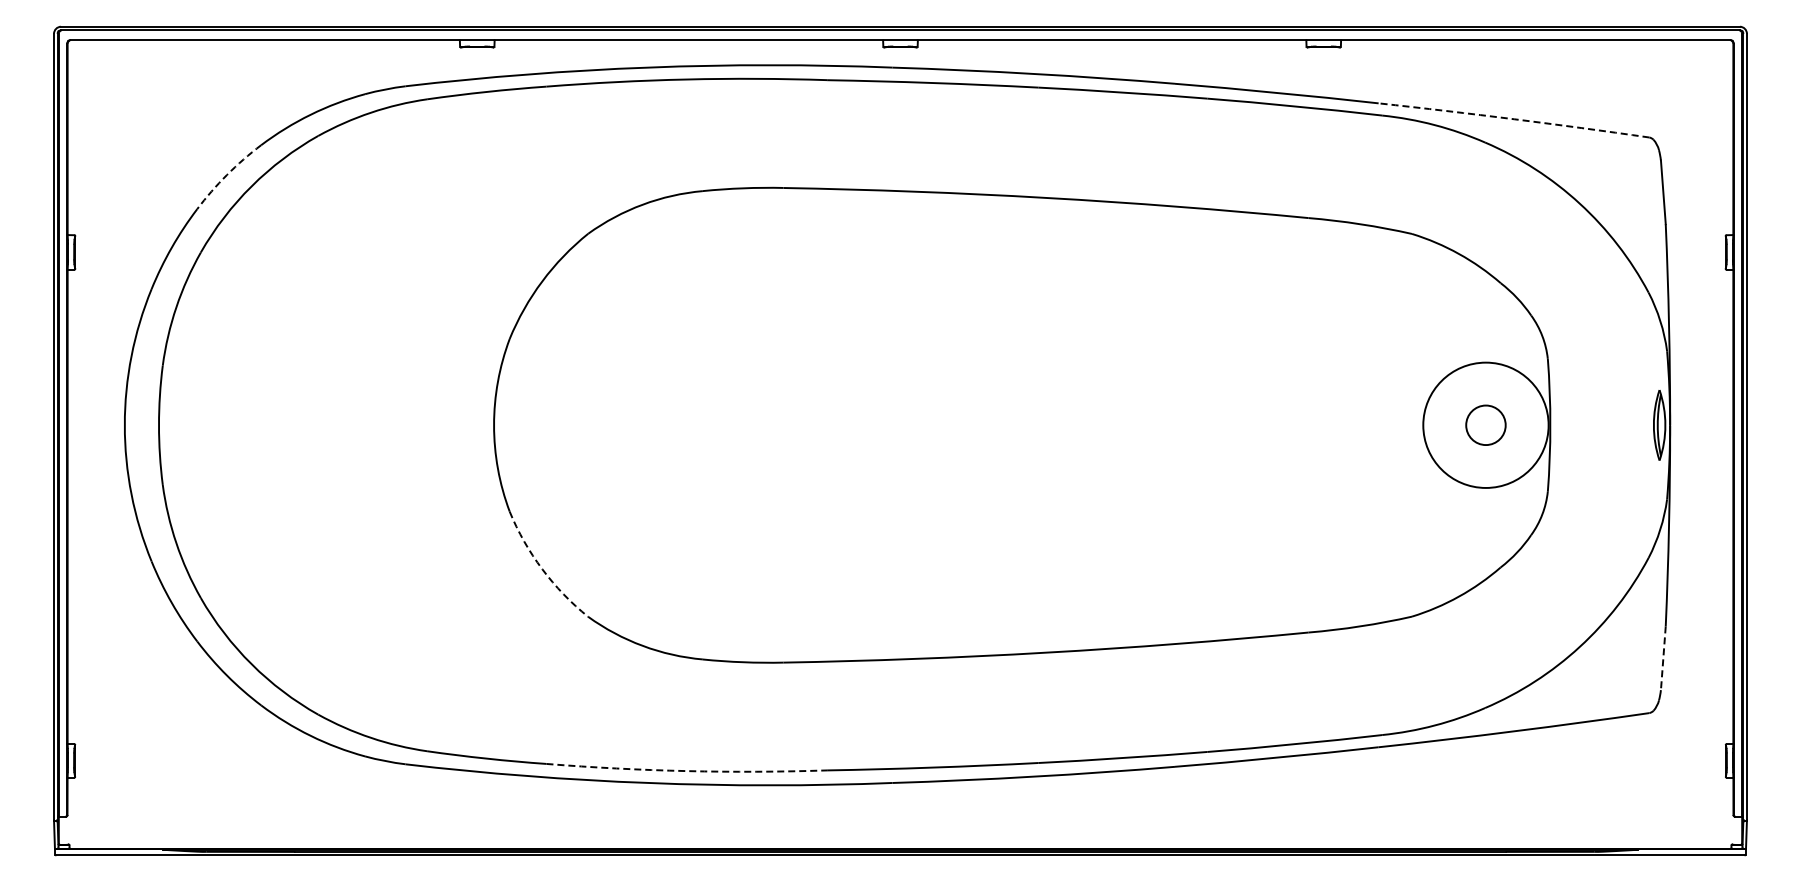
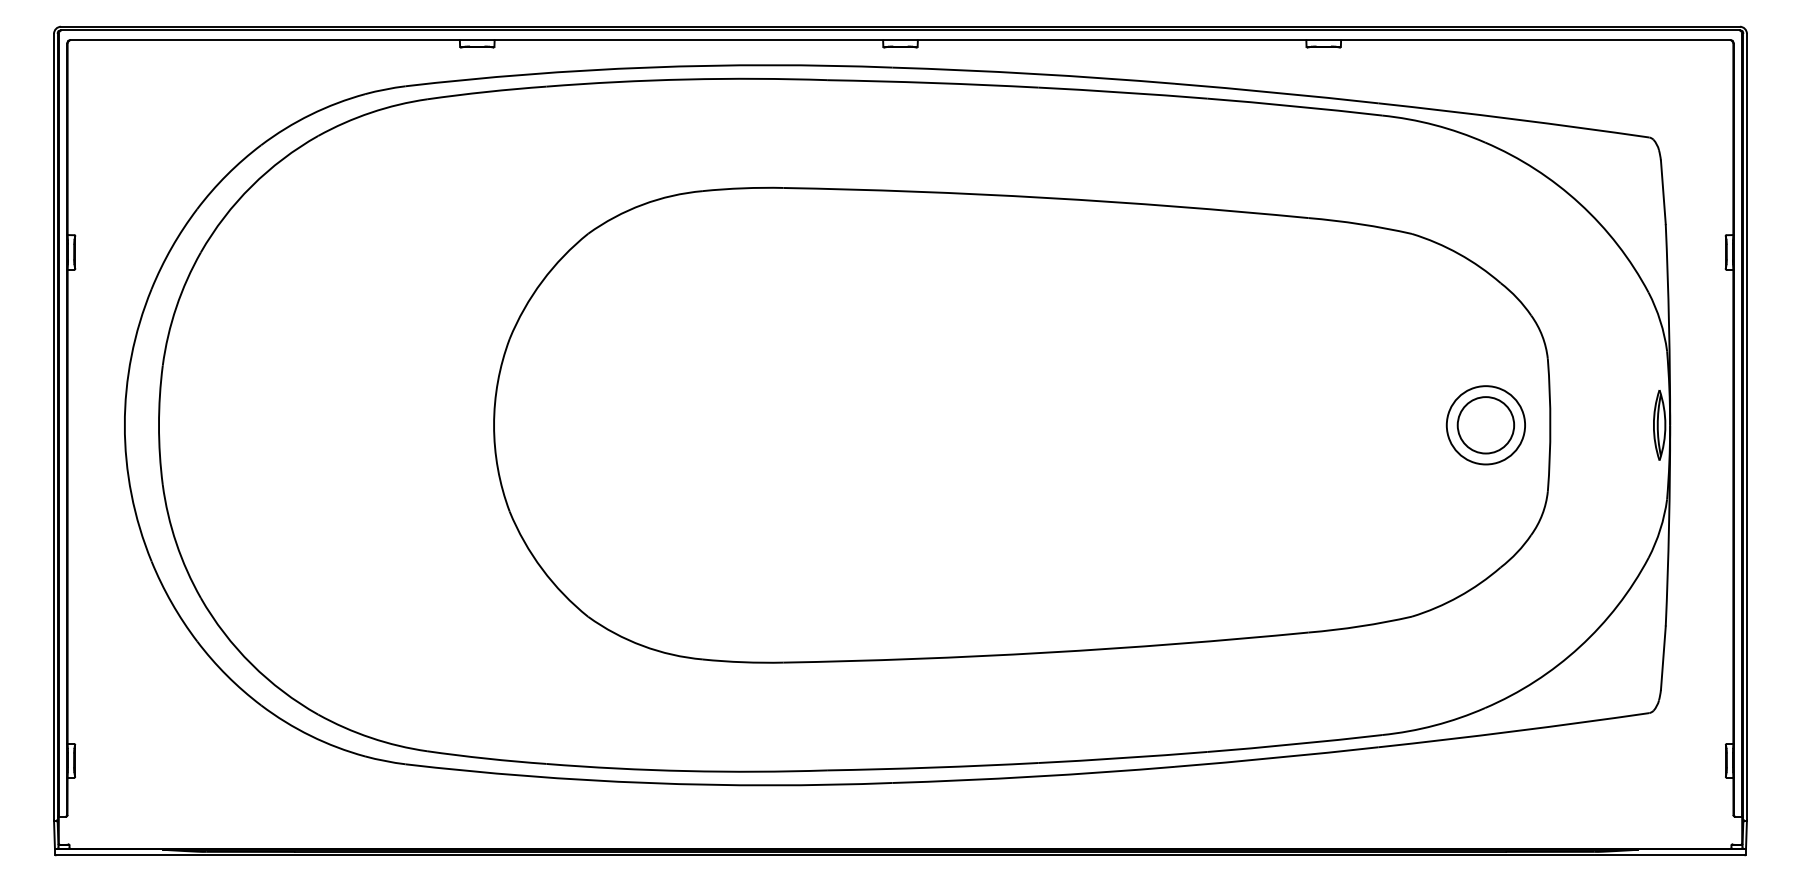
arc at (1514, 119): dashed -> solid
arc at (227, 174): dashed -> solid
circle at (1485, 424) diameter: 125 px -> 78 px
circle at (1485, 425) diameter: 40 px -> 56 px
arc at (542, 569): dashed -> solid
line at (1663, 658): dashed -> solid
arc at (686, 771): dashed -> solid
